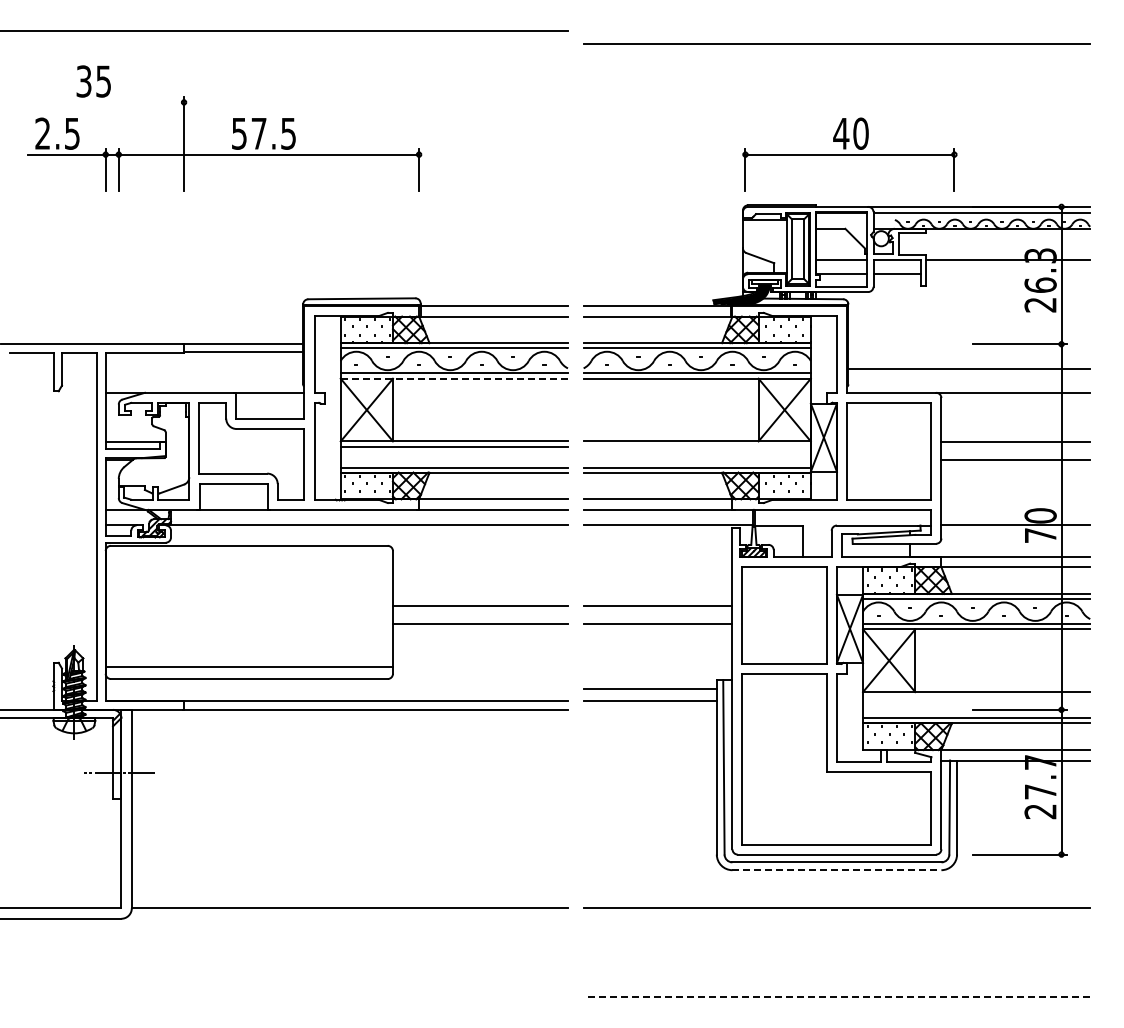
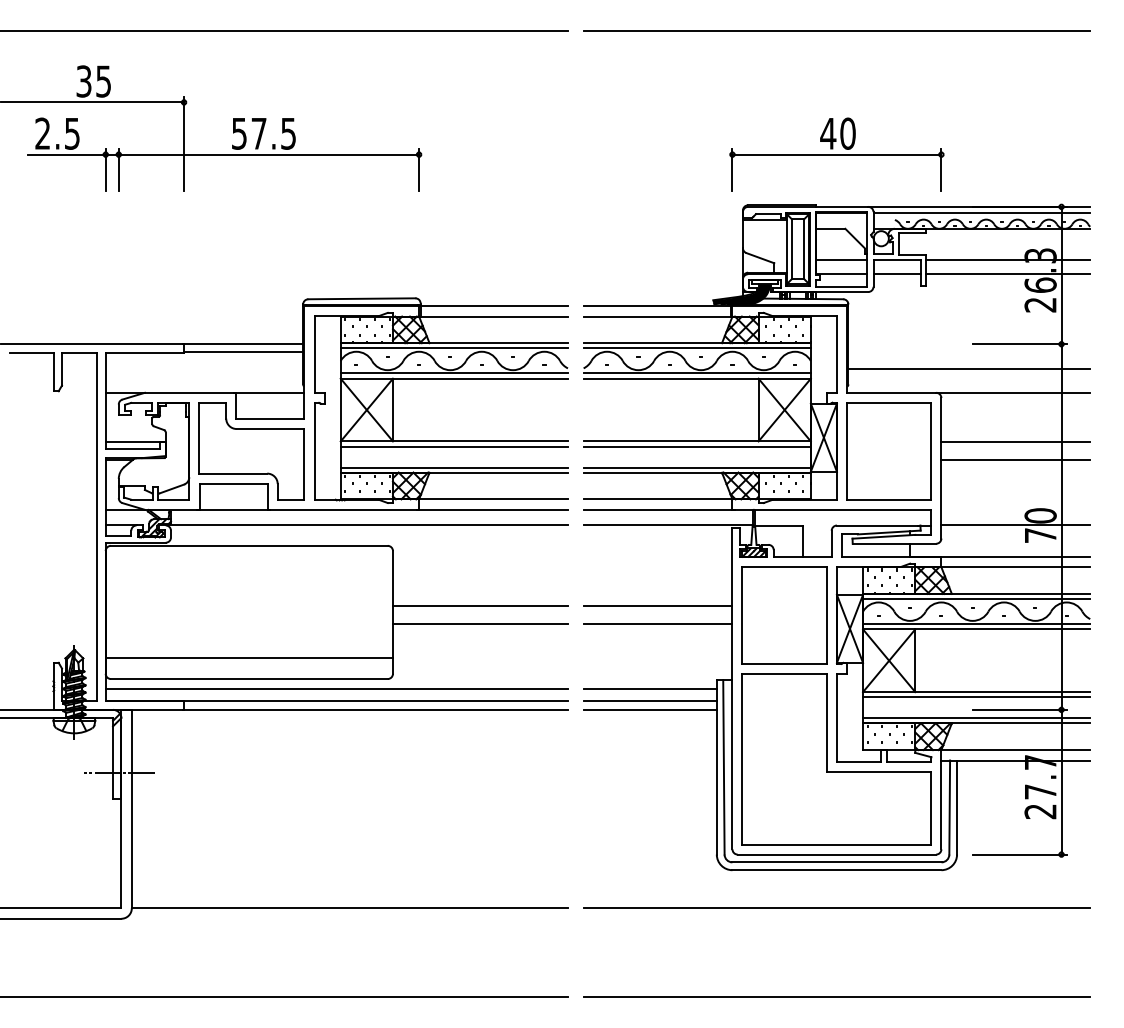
line at (836, 43) position: (836, 43) -> (836, 30)
line at (93, 102): none -> present
part at (849, 154) position: (849, 154) -> (836, 154)
line at (1007, 273): none -> present
line at (454, 378): dashed -> solid
line at (696, 446): none -> present
line at (248, 666) position: (248, 666) -> (248, 657)
line at (336, 689): none -> present
line at (976, 697): none -> present
line at (649, 709): none -> present
line at (837, 870): dashed -> solid
line at (284, 997): none -> present
line at (836, 997): dashed -> solid
